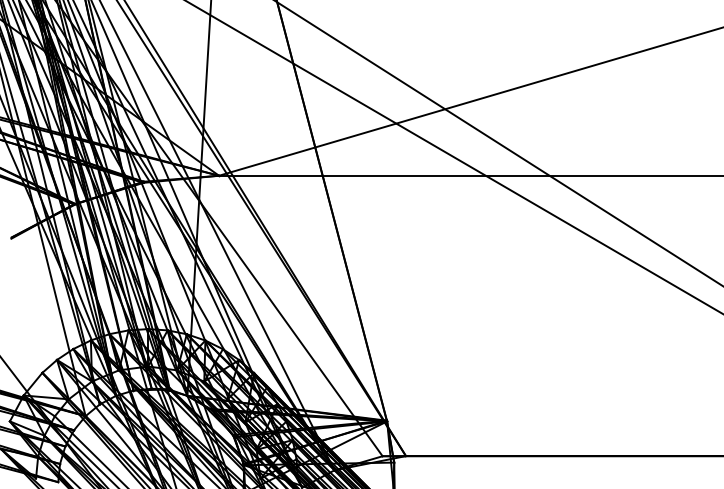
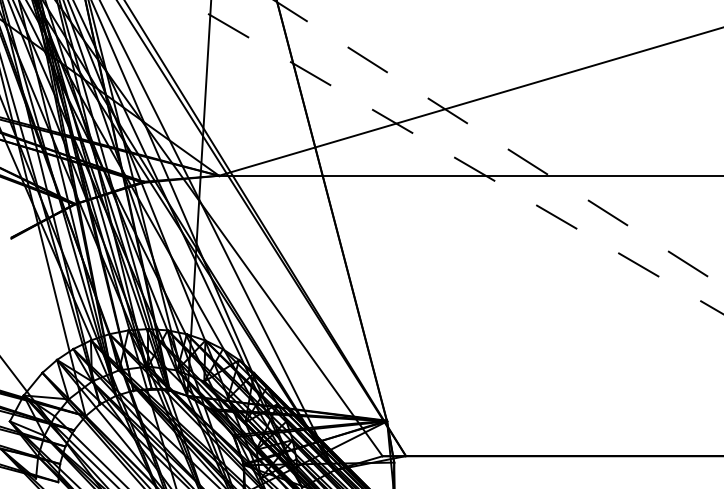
line at (499, 143): solid -> dashed
line at (454, 157): solid -> dashed
